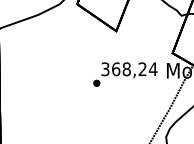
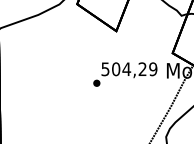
text at (129, 69): 368,24 -> 504,29
